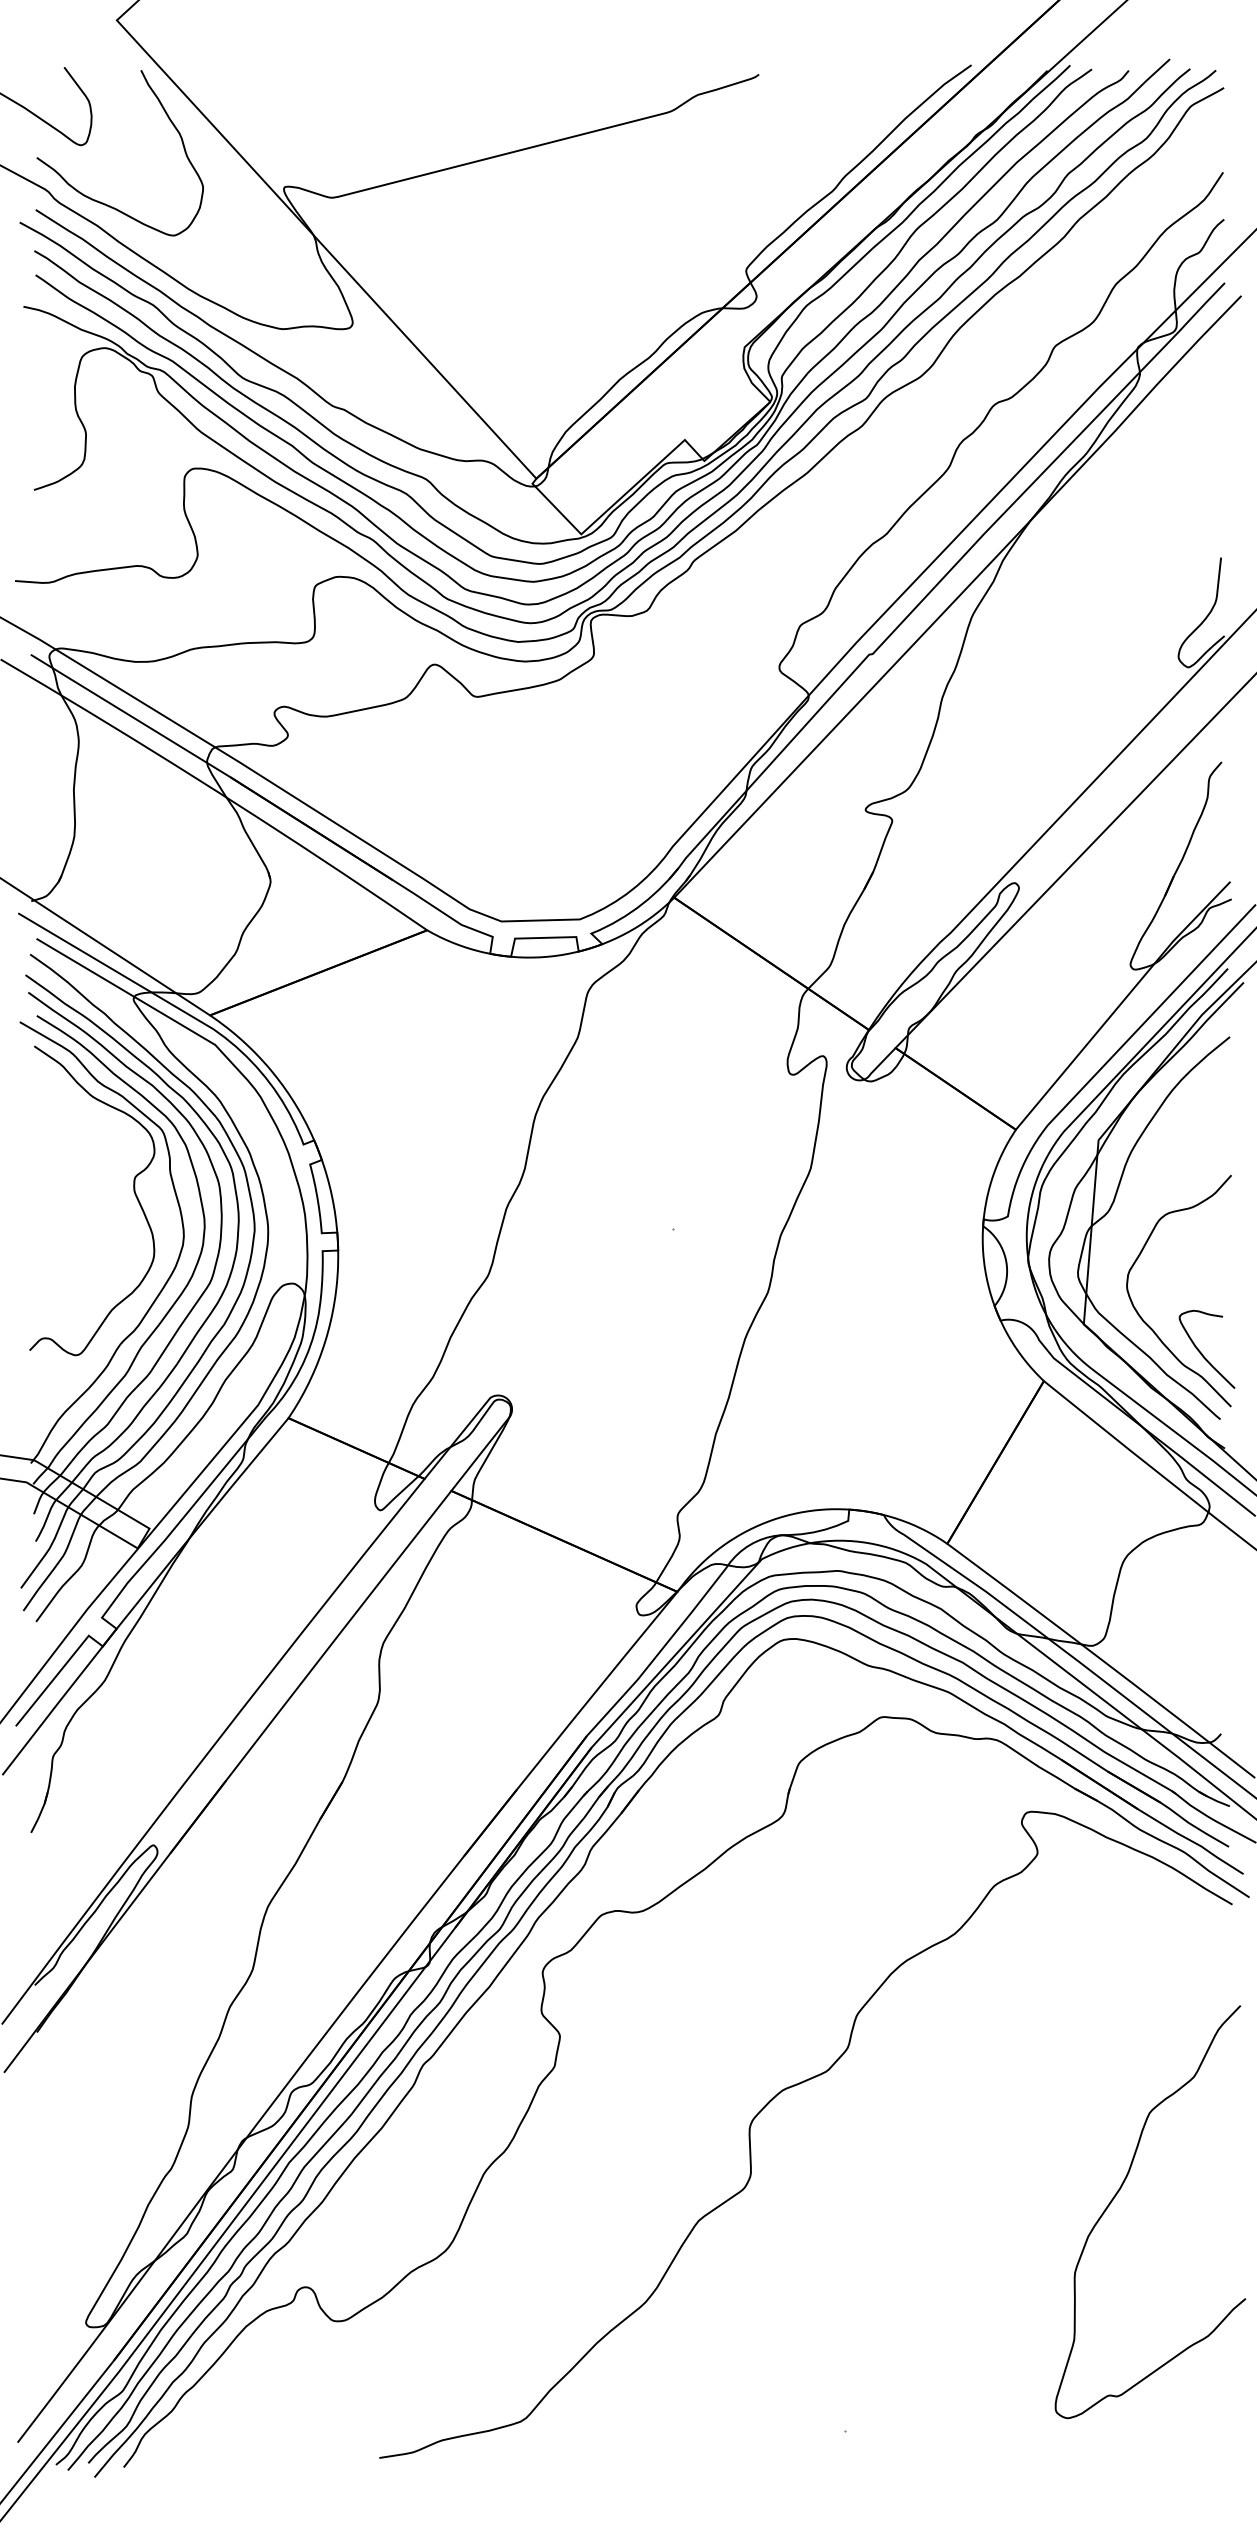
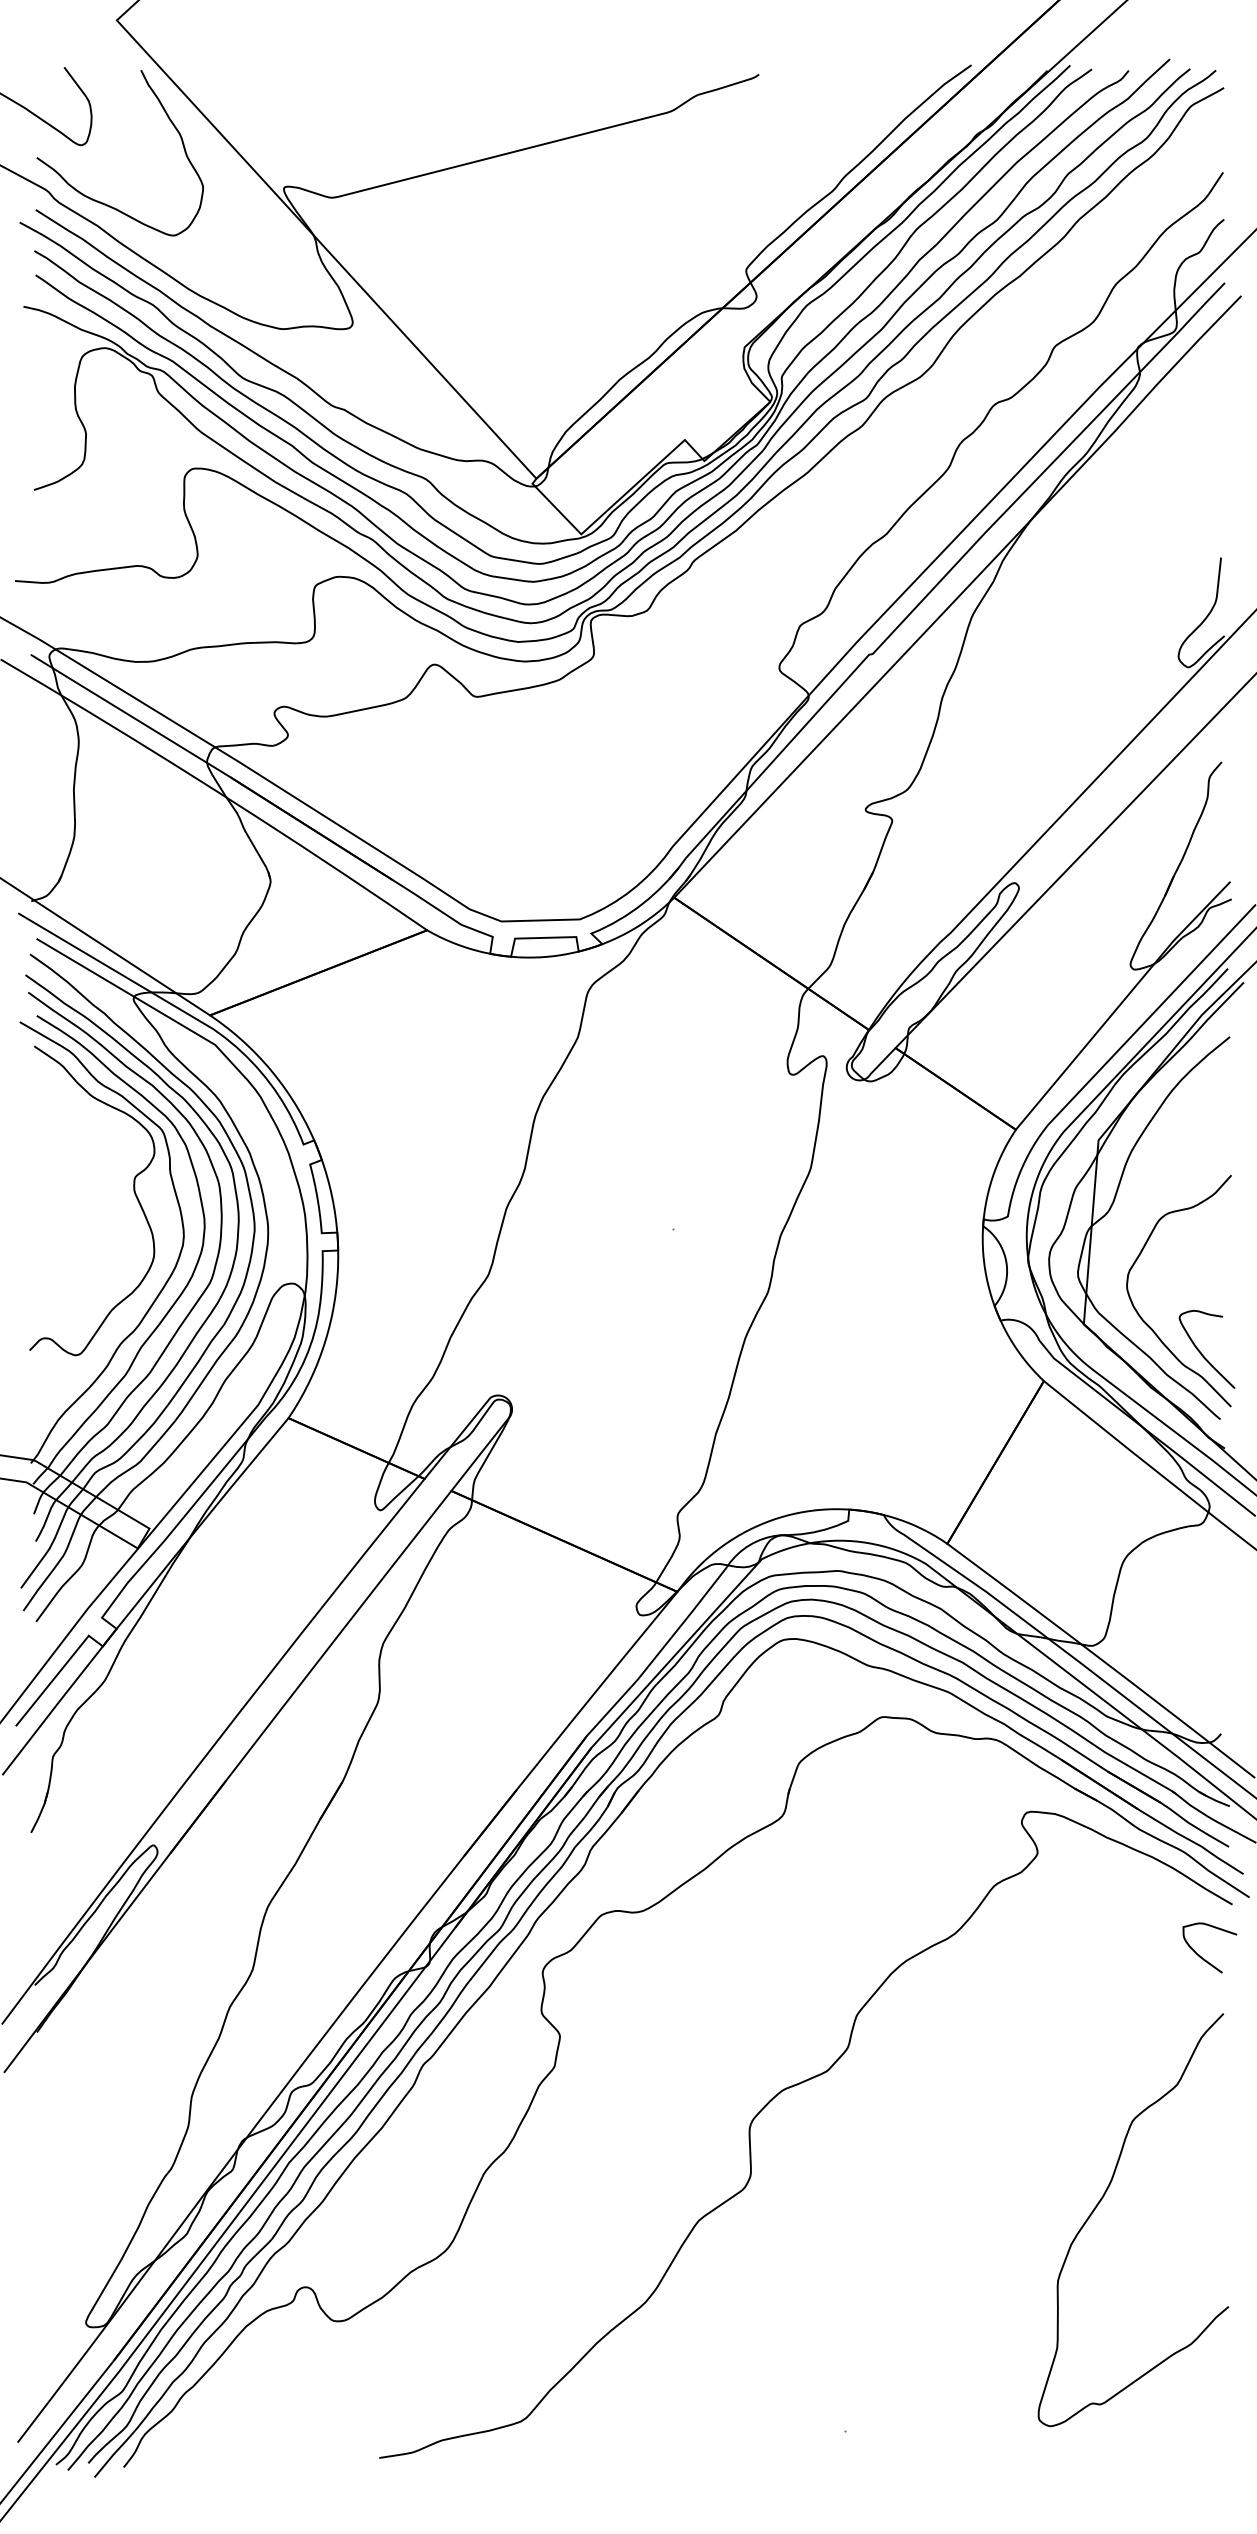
curve at (1200, 1955): none -> present
curve at (1119, 2191) position: (1119, 2191) -> (1102, 2199)
